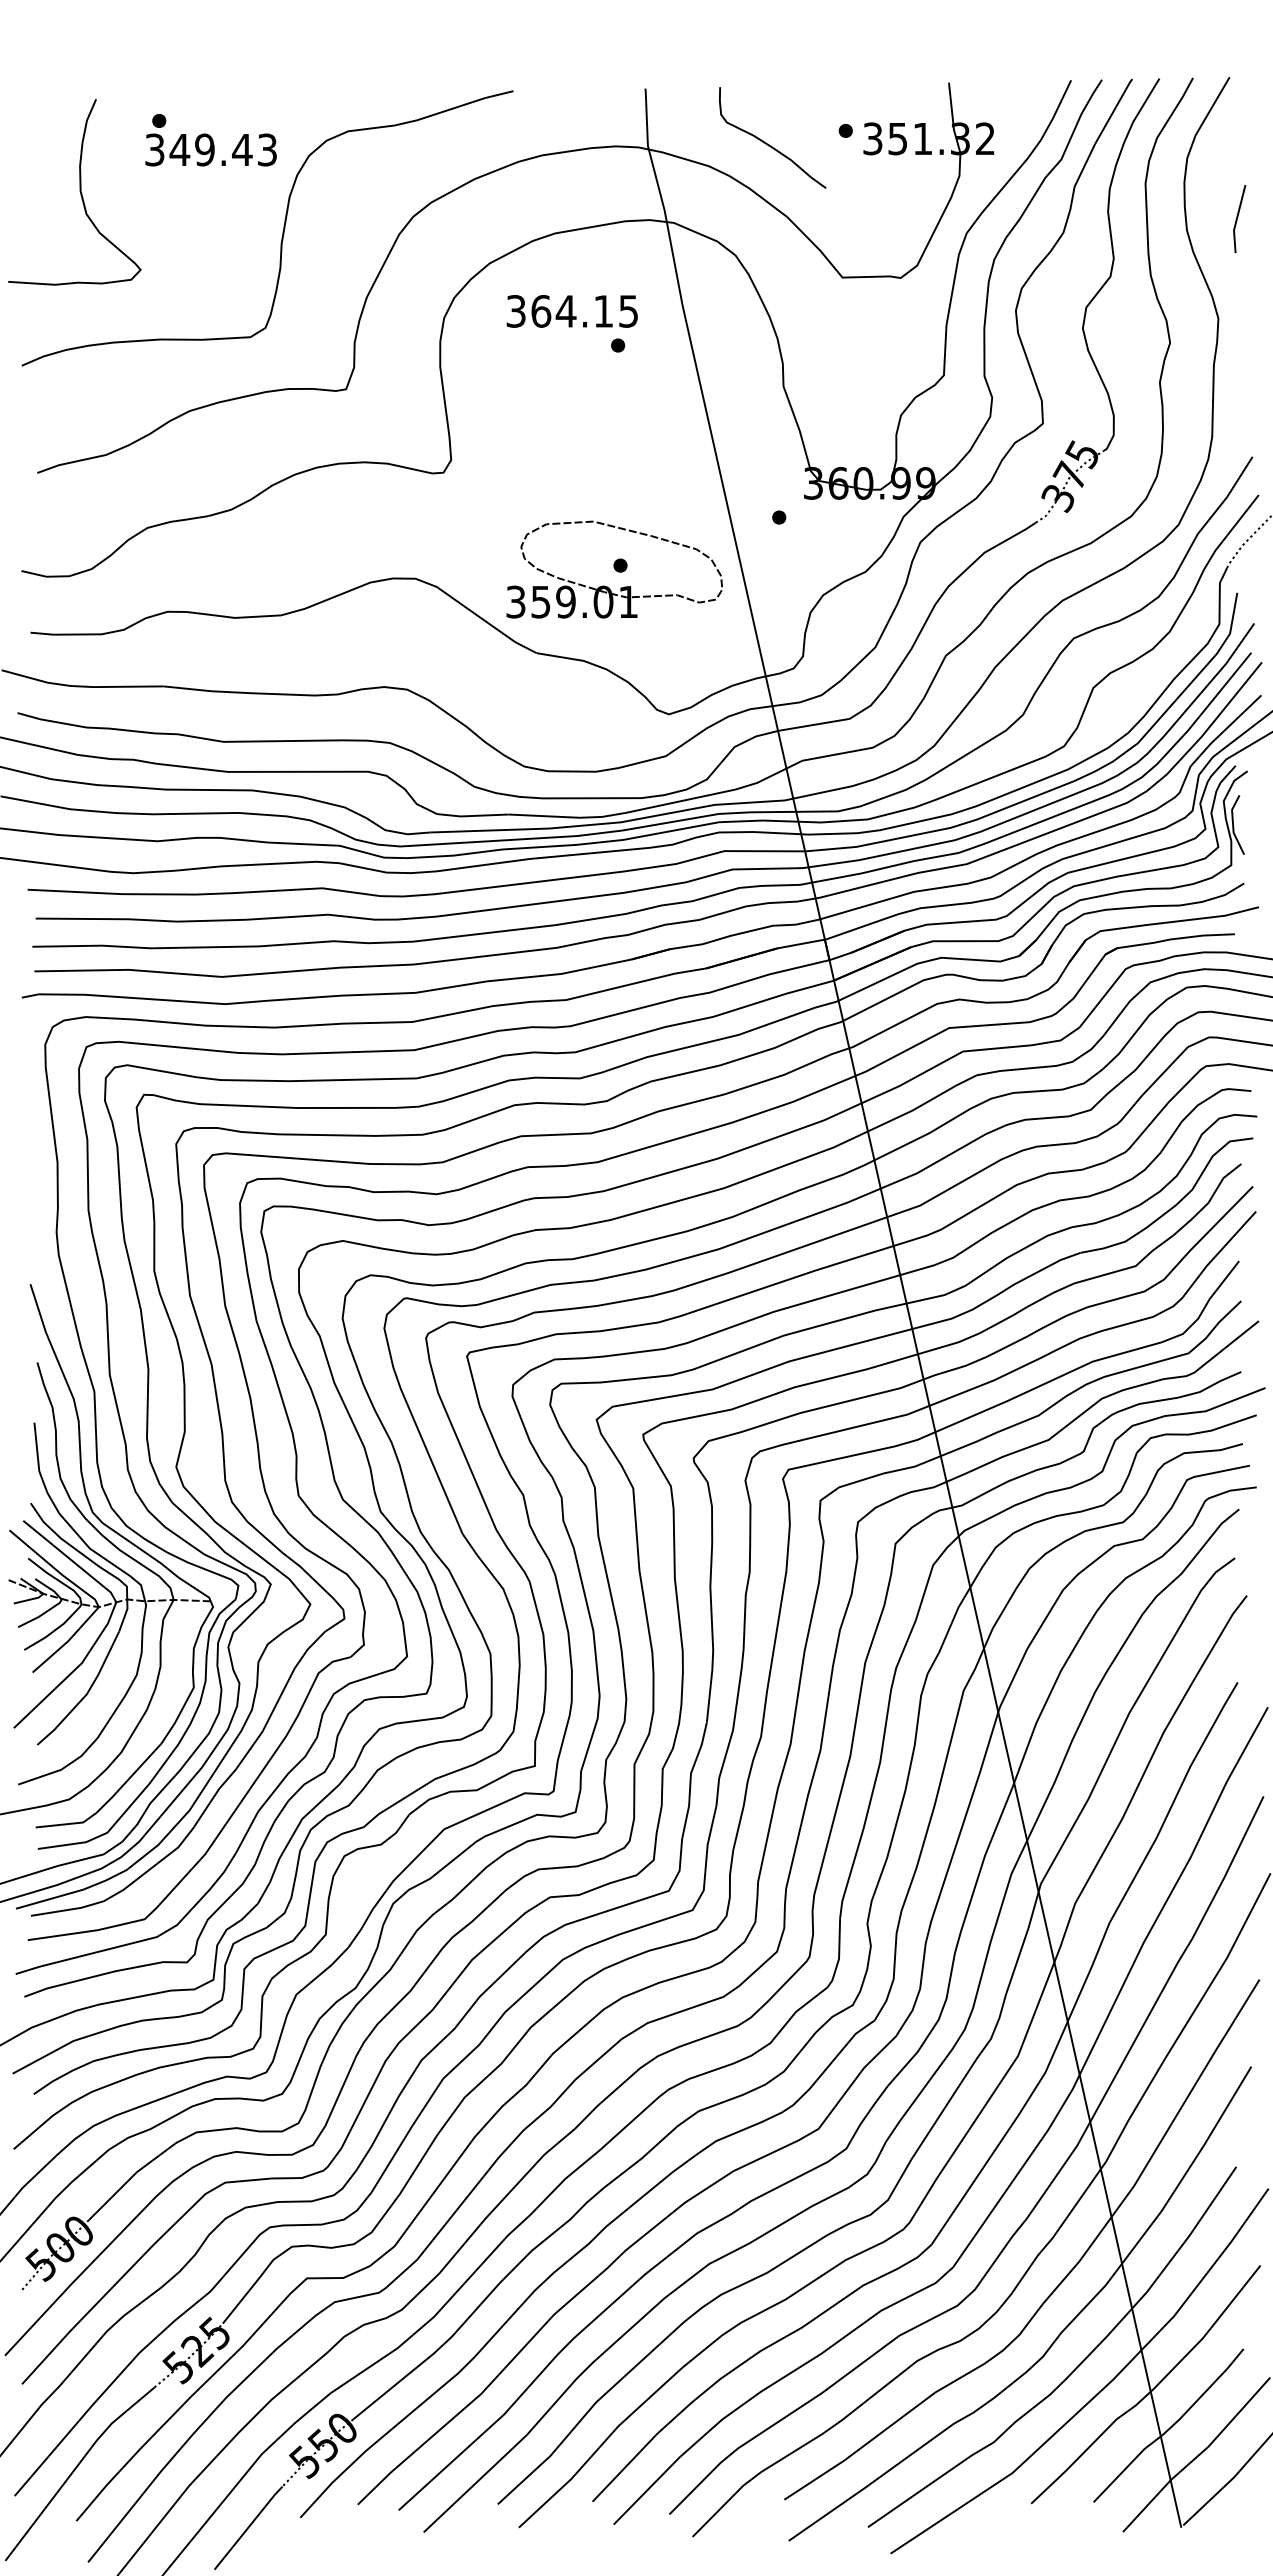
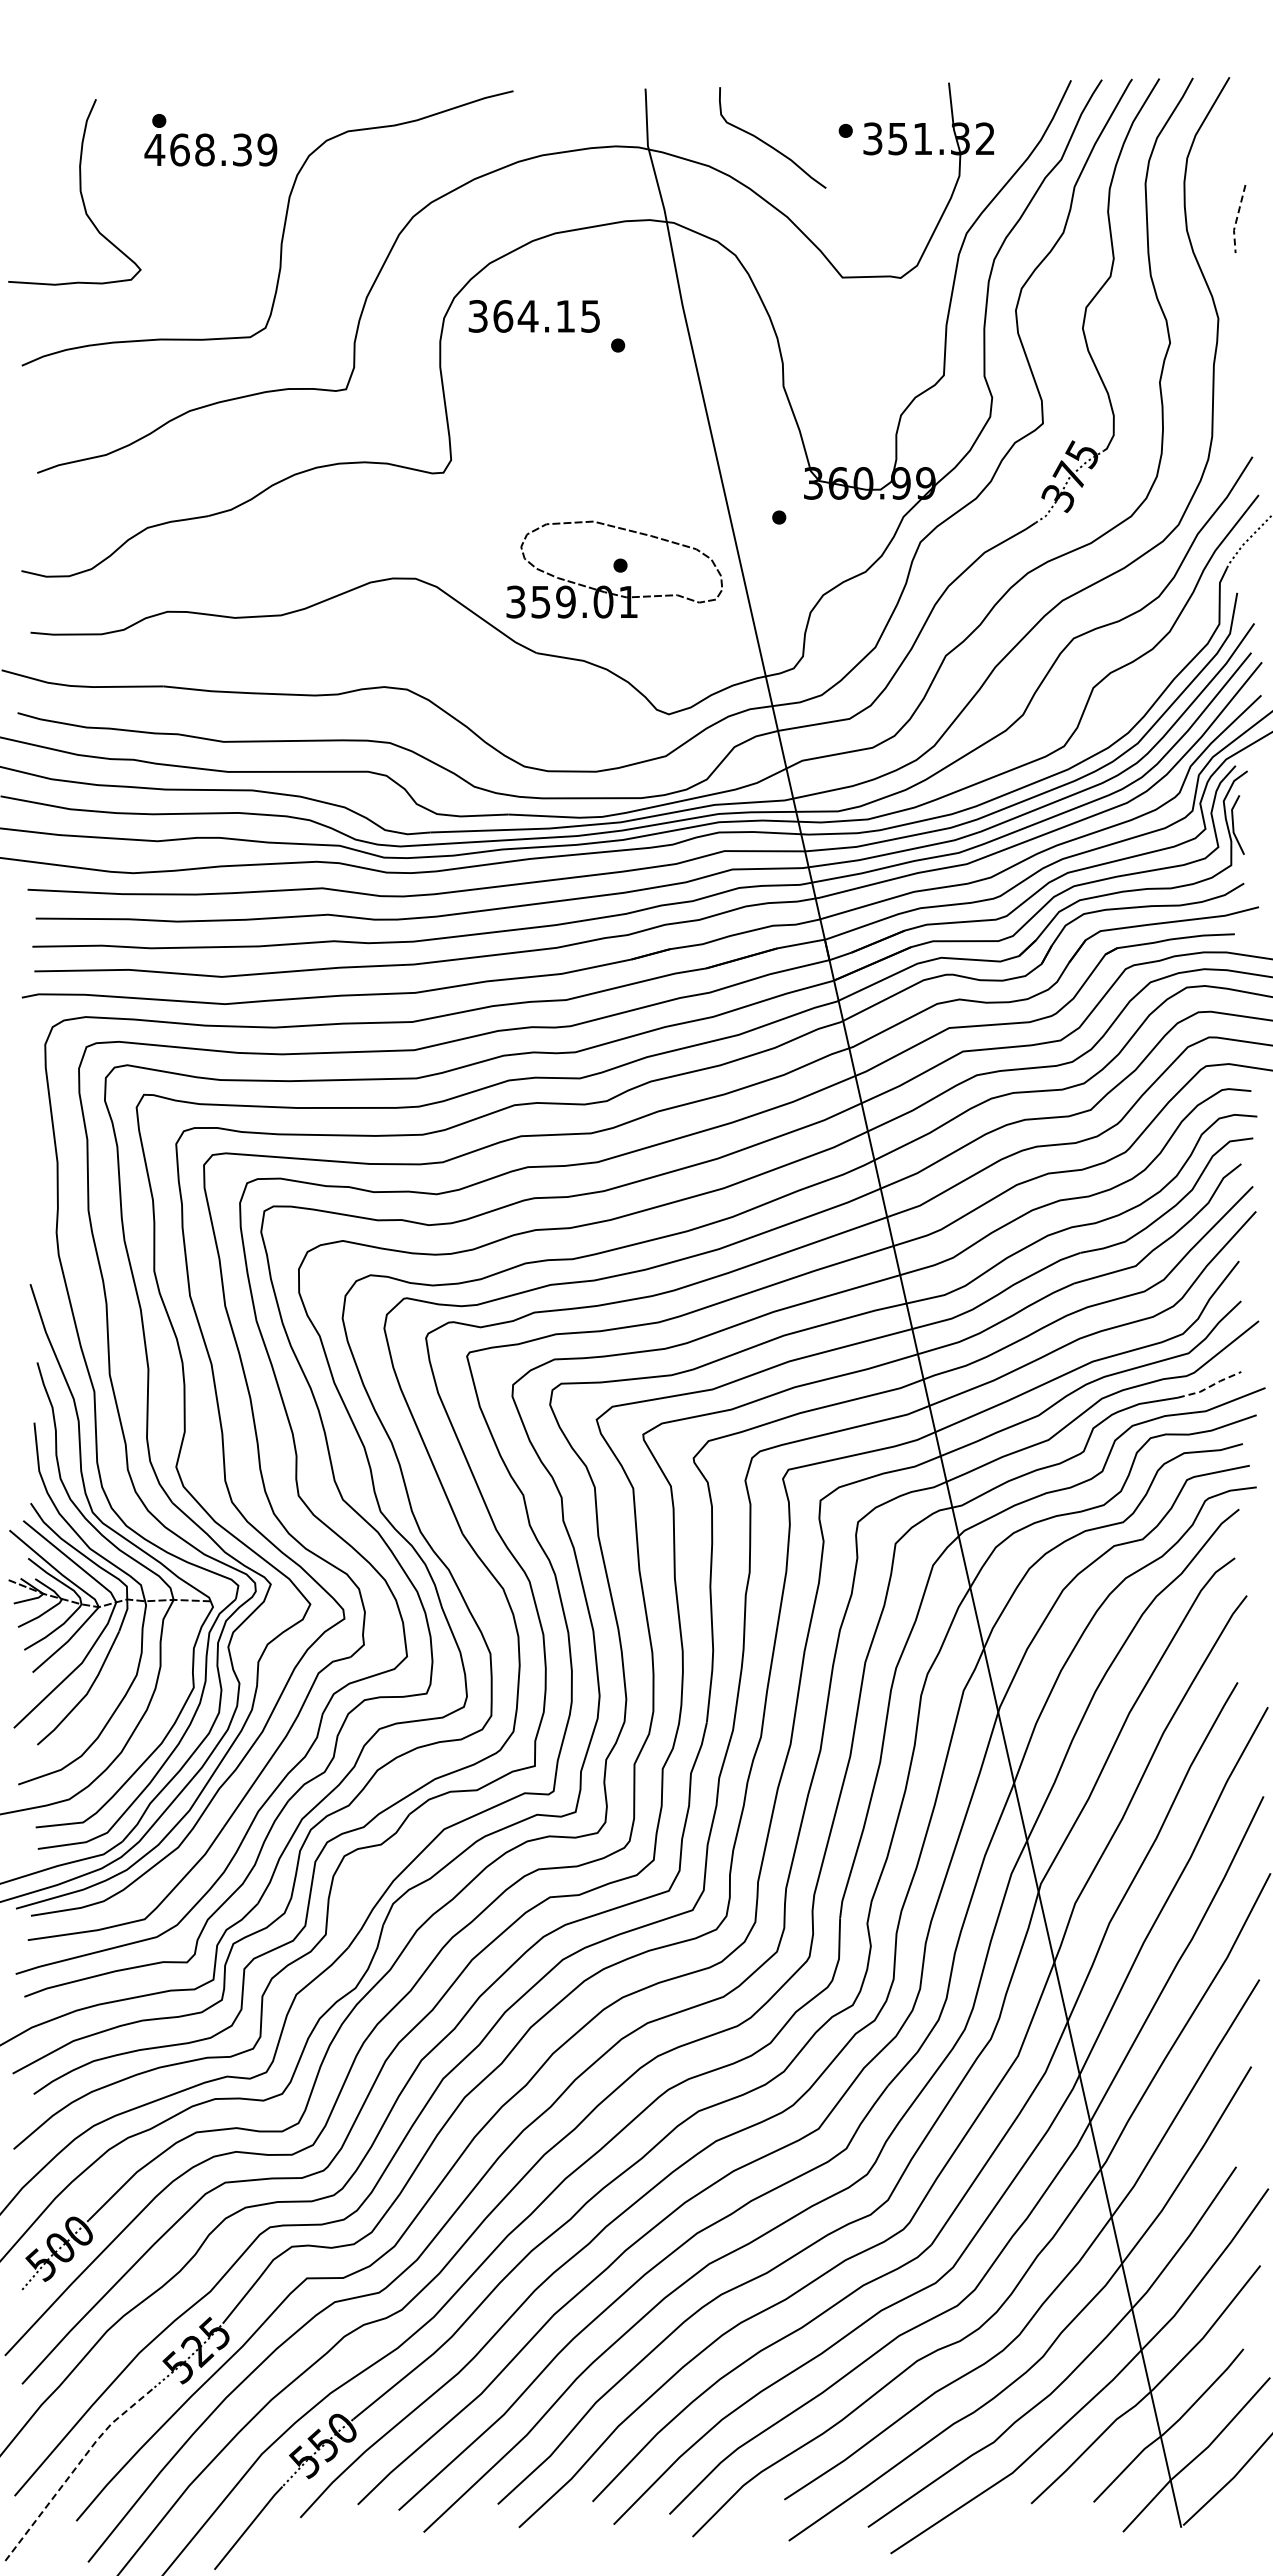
text at (210, 149): 349.43 -> 468.39
line at (1236, 219): solid -> dashed
text at (571, 311) position: (571, 311) -> (533, 316)
line at (1210, 1386): solid -> dashed
line at (75, 2468): solid -> dashed
